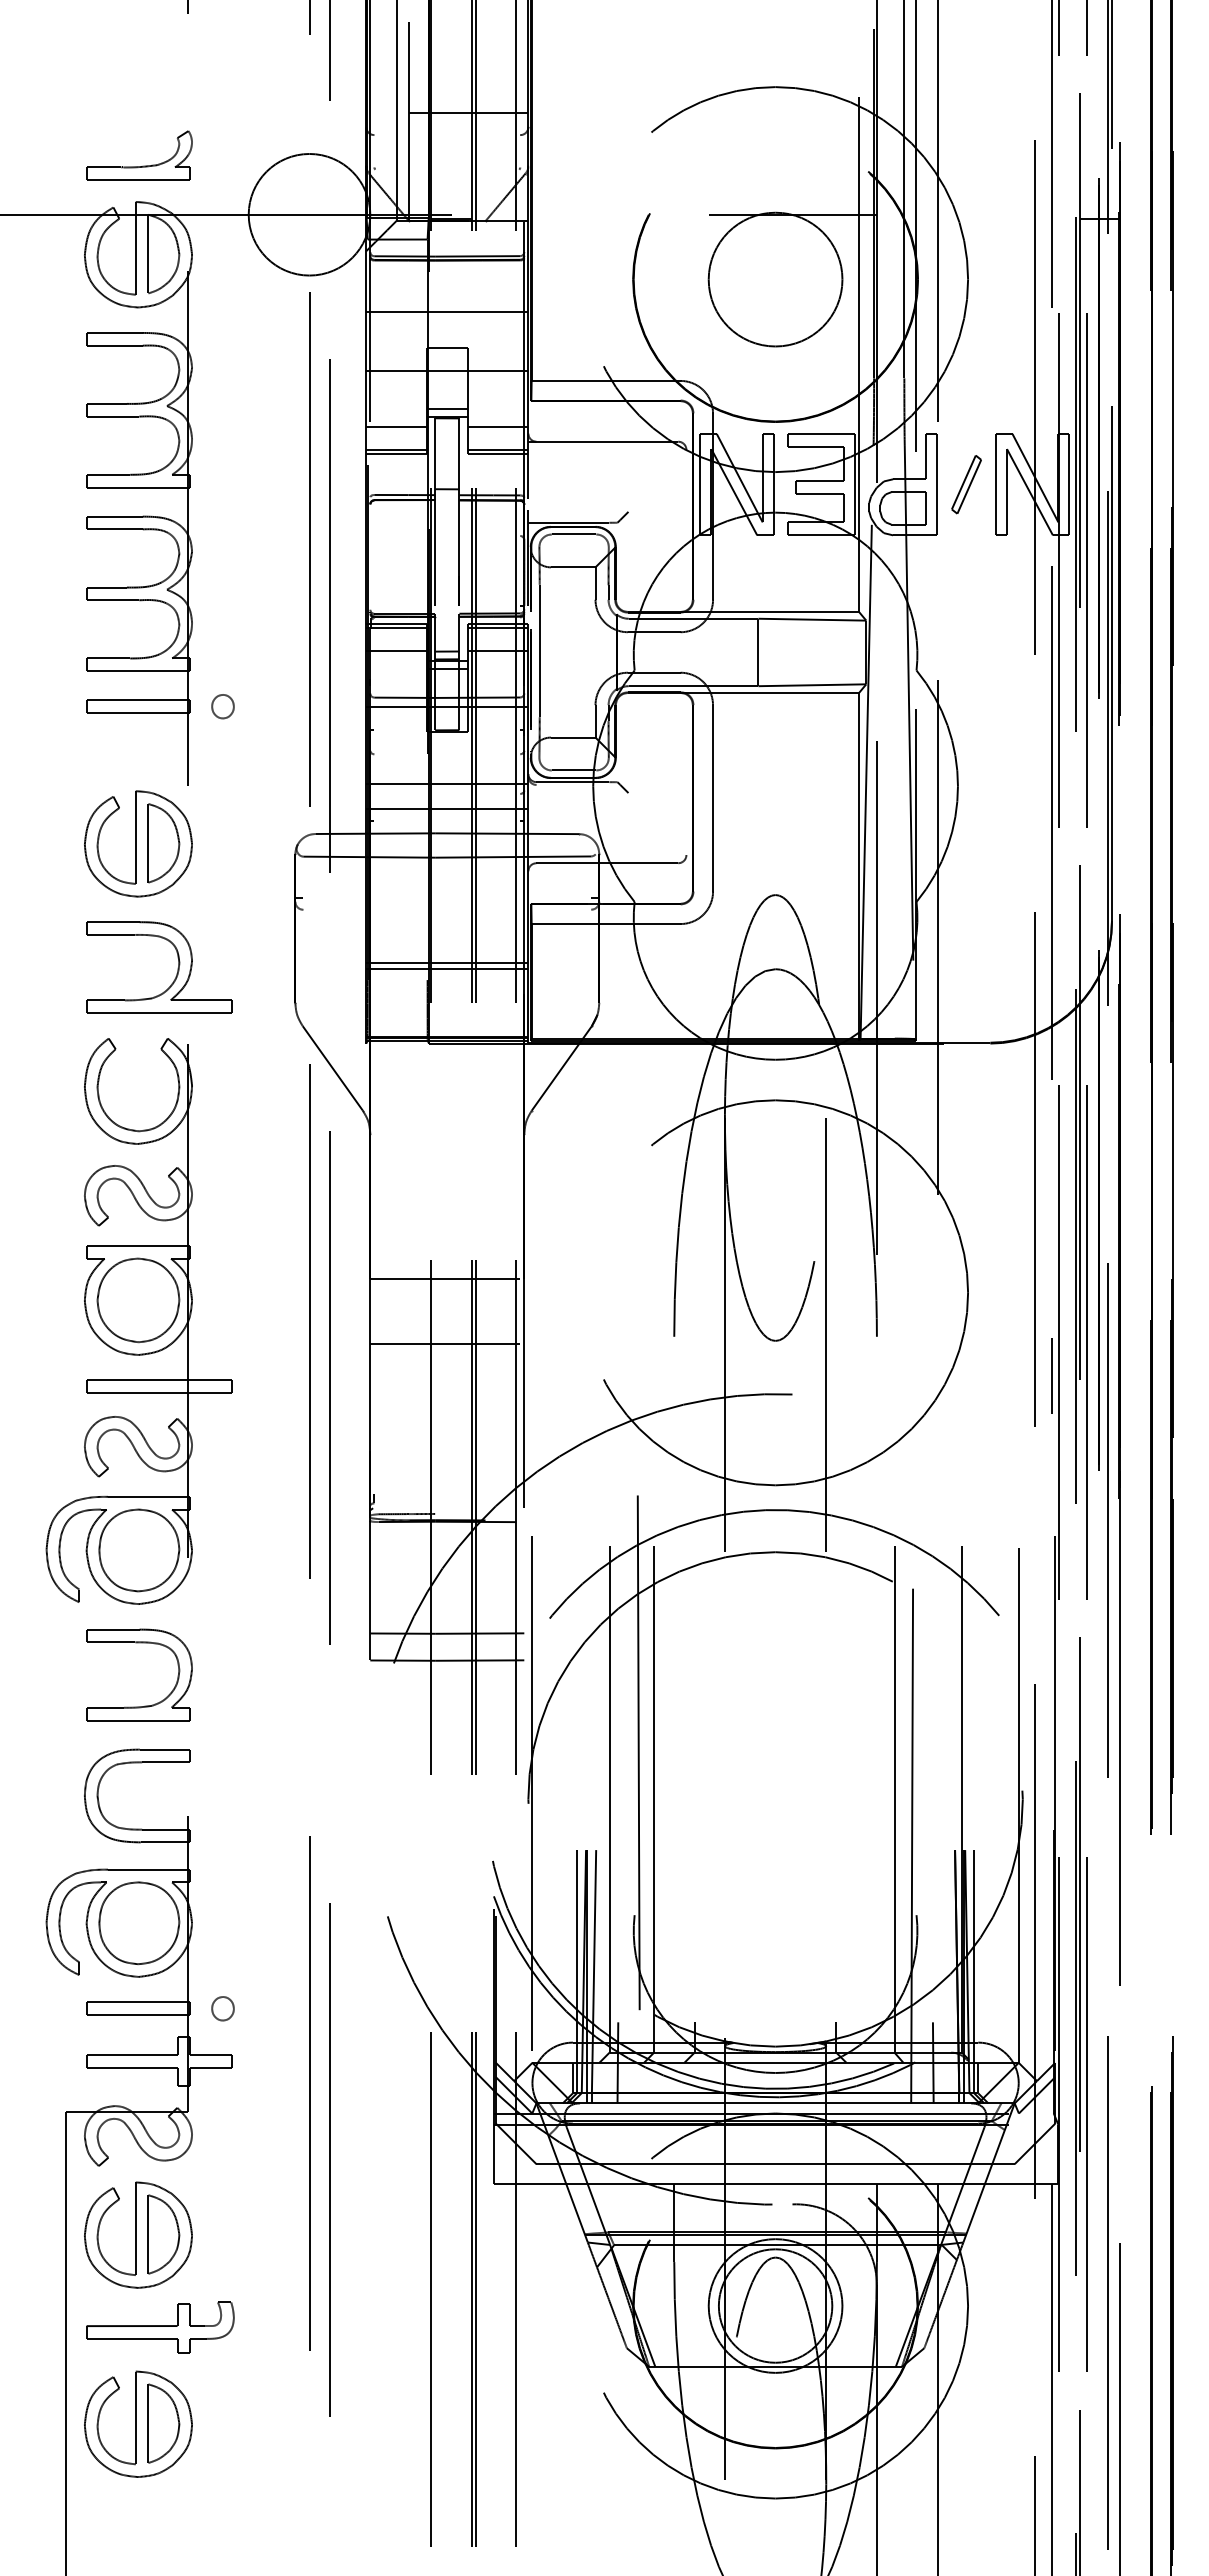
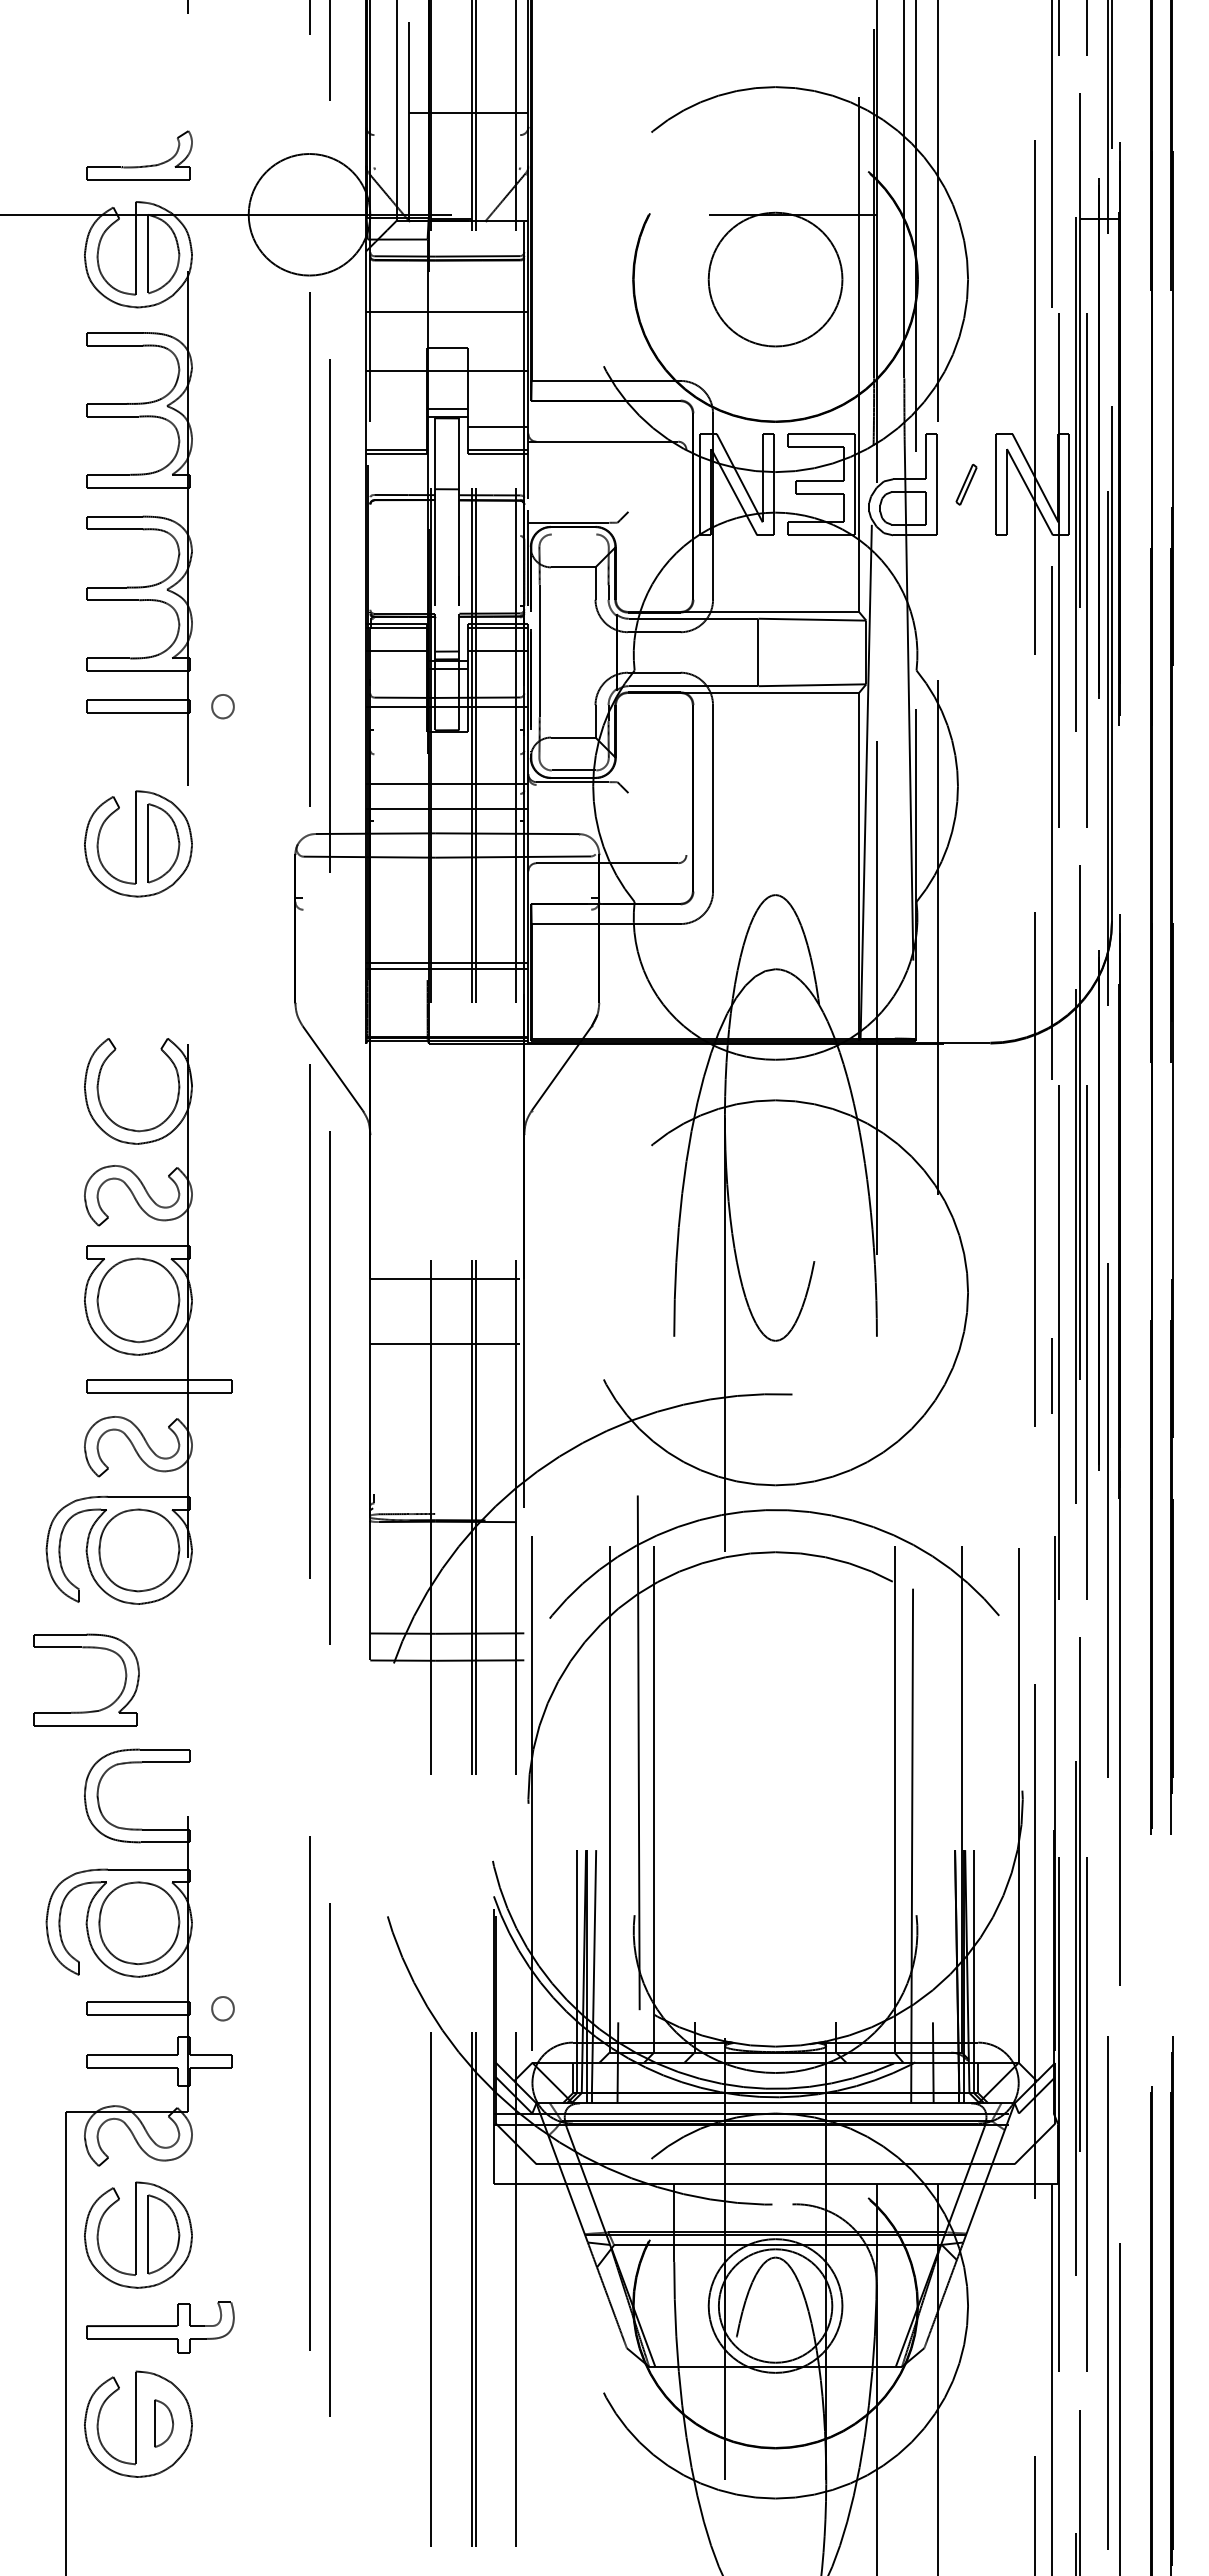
line at (396, 426): present -> none
part at (966, 484) size: 31x60 px -> 23x43 px
line at (573, 534): present -> none
part at (177, 968): present -> none
line at (826, 1334): present -> none
part at (139, 1643) position: (139, 1643) -> (86, 1648)
part at (163, 2423) size: 34x81 px -> 21x49 px
